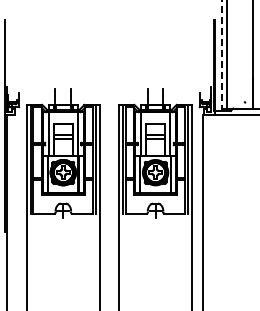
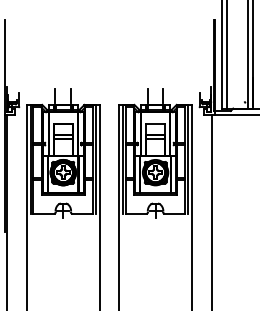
line at (222, 54): dashed -> solid
line at (247, 55): none -> present
line at (203, 210) position: (203, 210) -> (212, 210)
